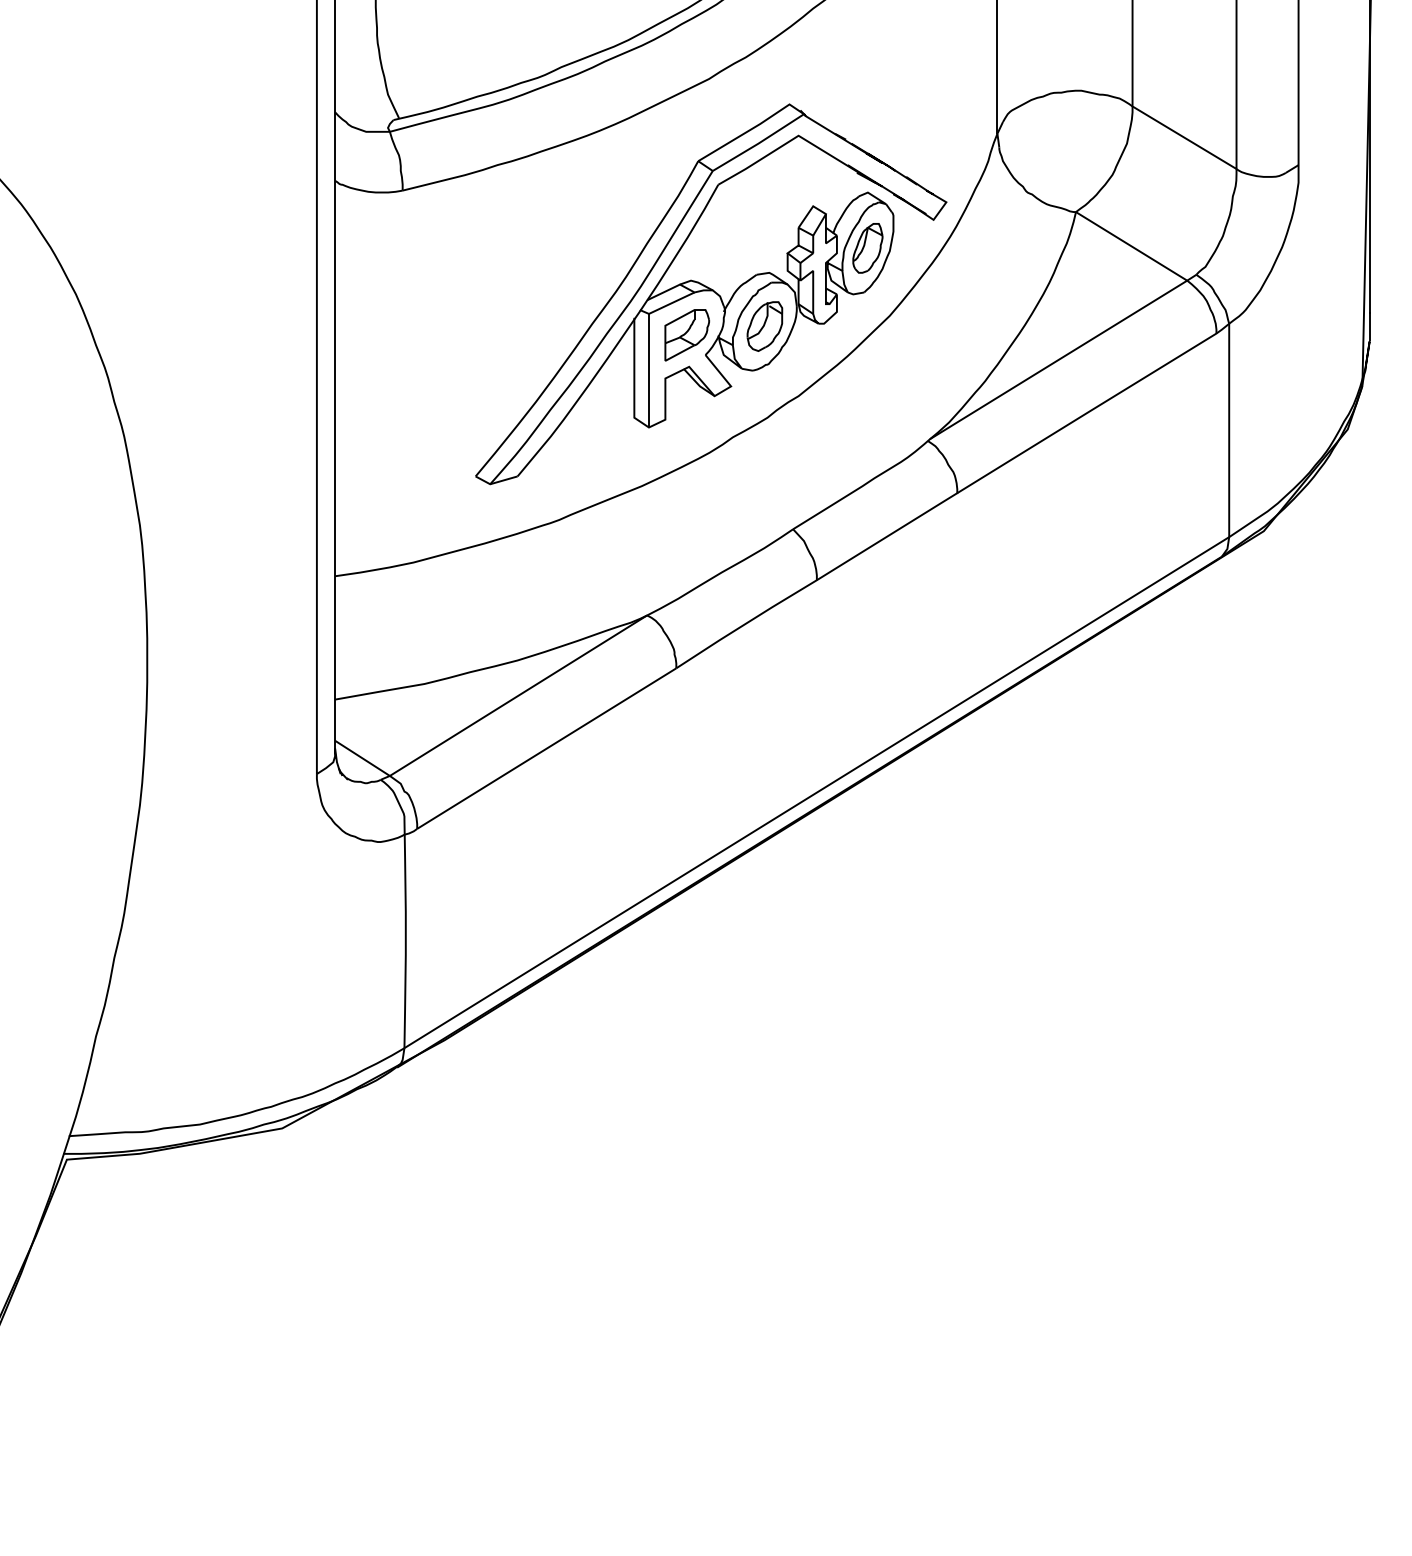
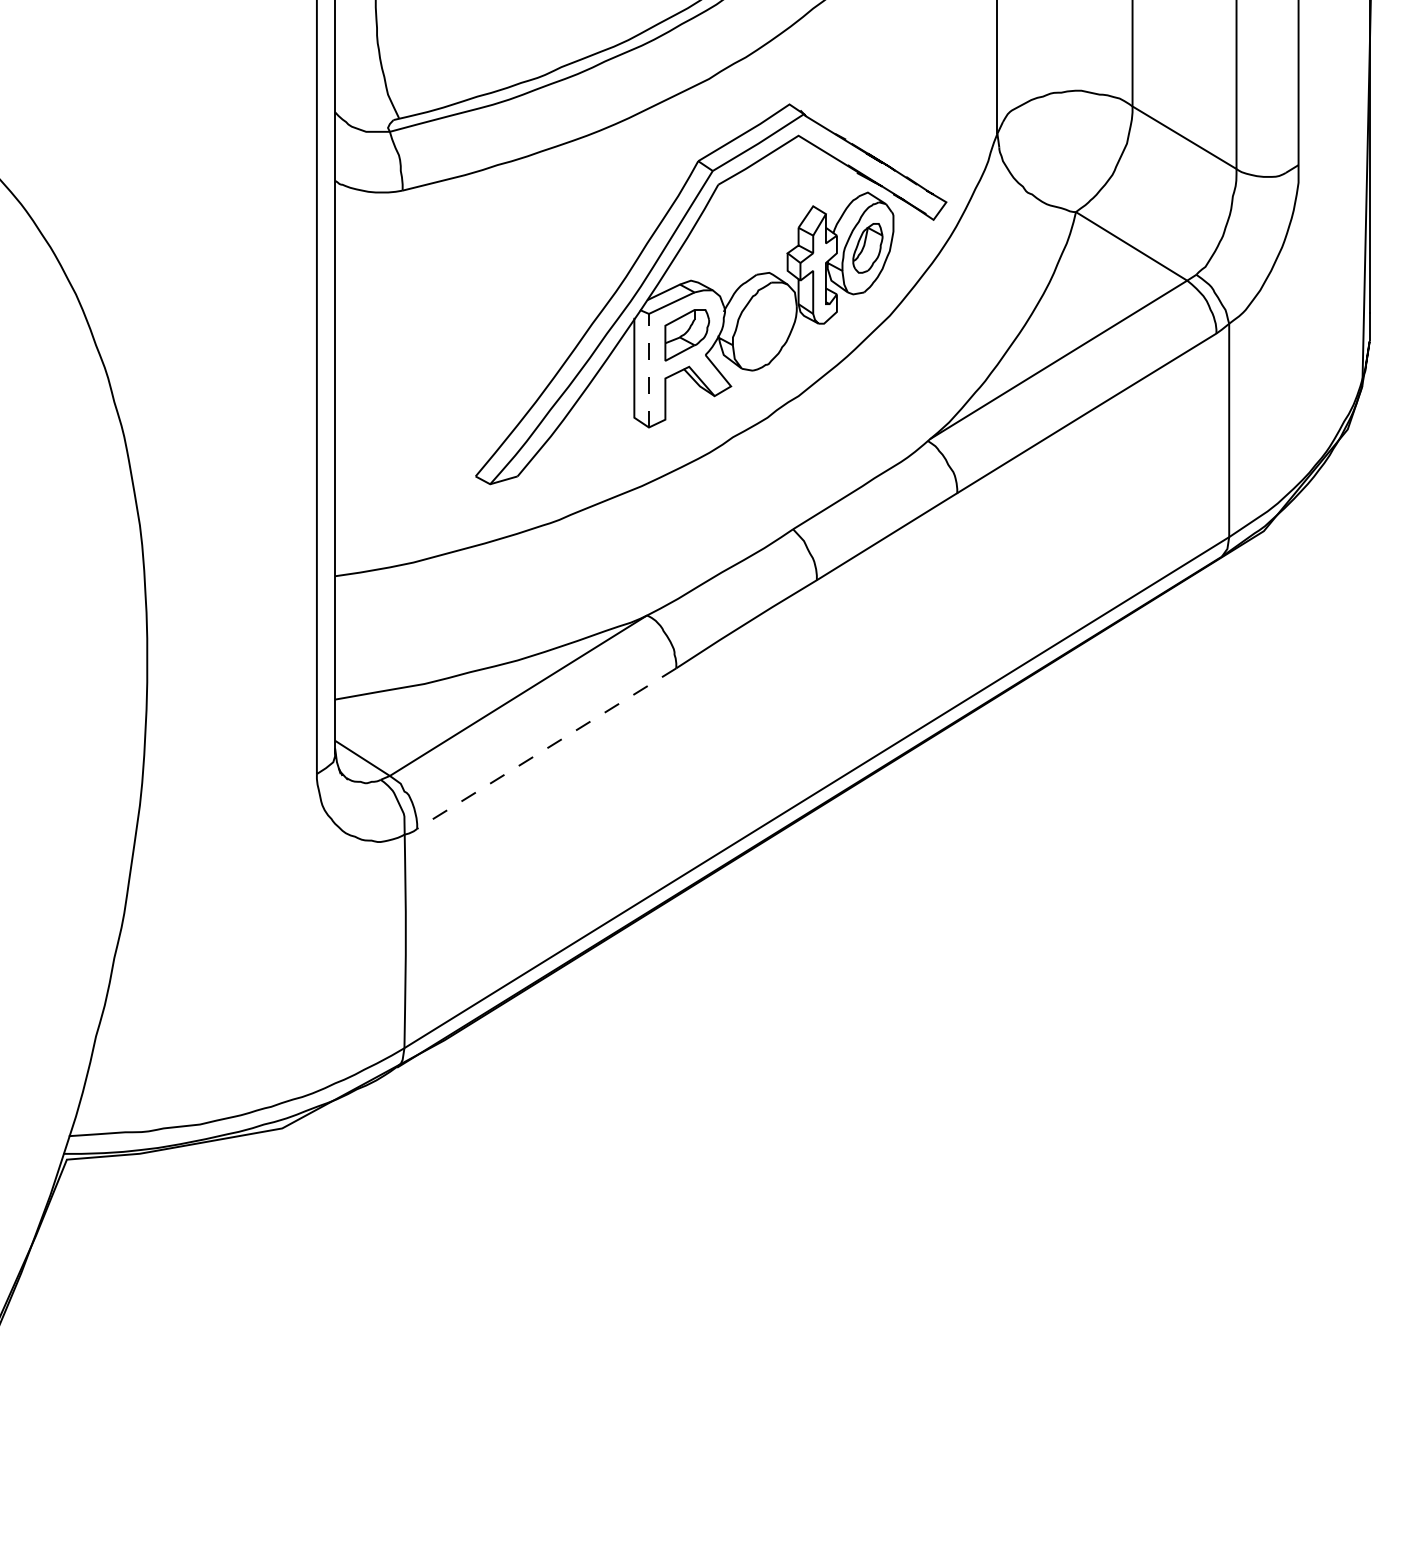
part at (764, 326): present -> none
line at (648, 370): solid -> dashed
line at (546, 748): solid -> dashed
